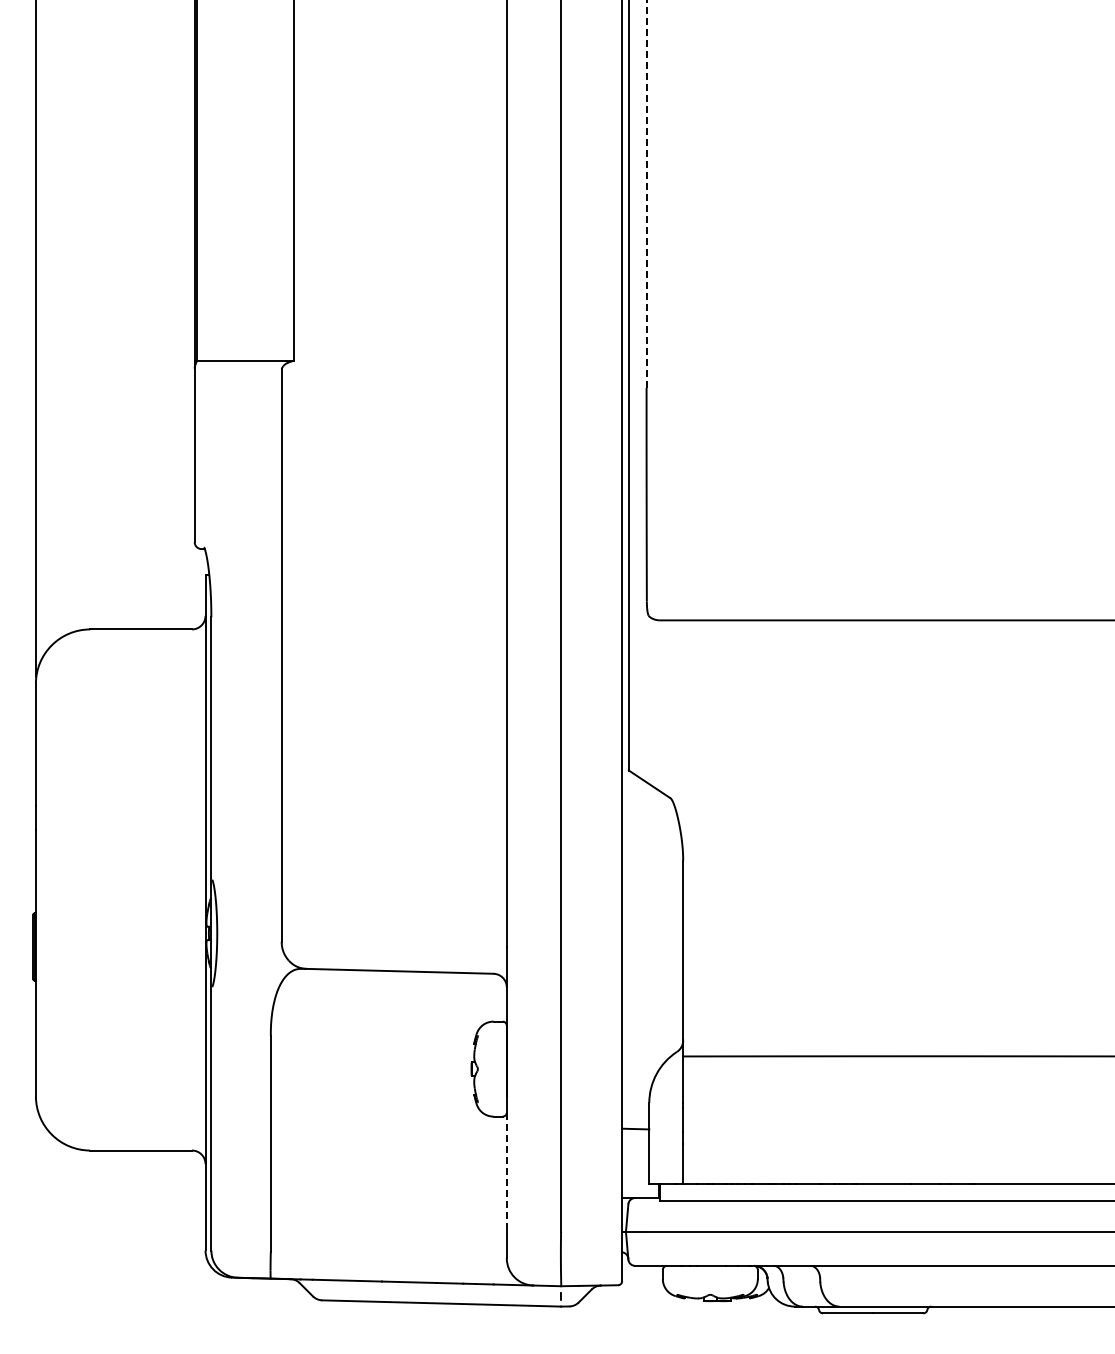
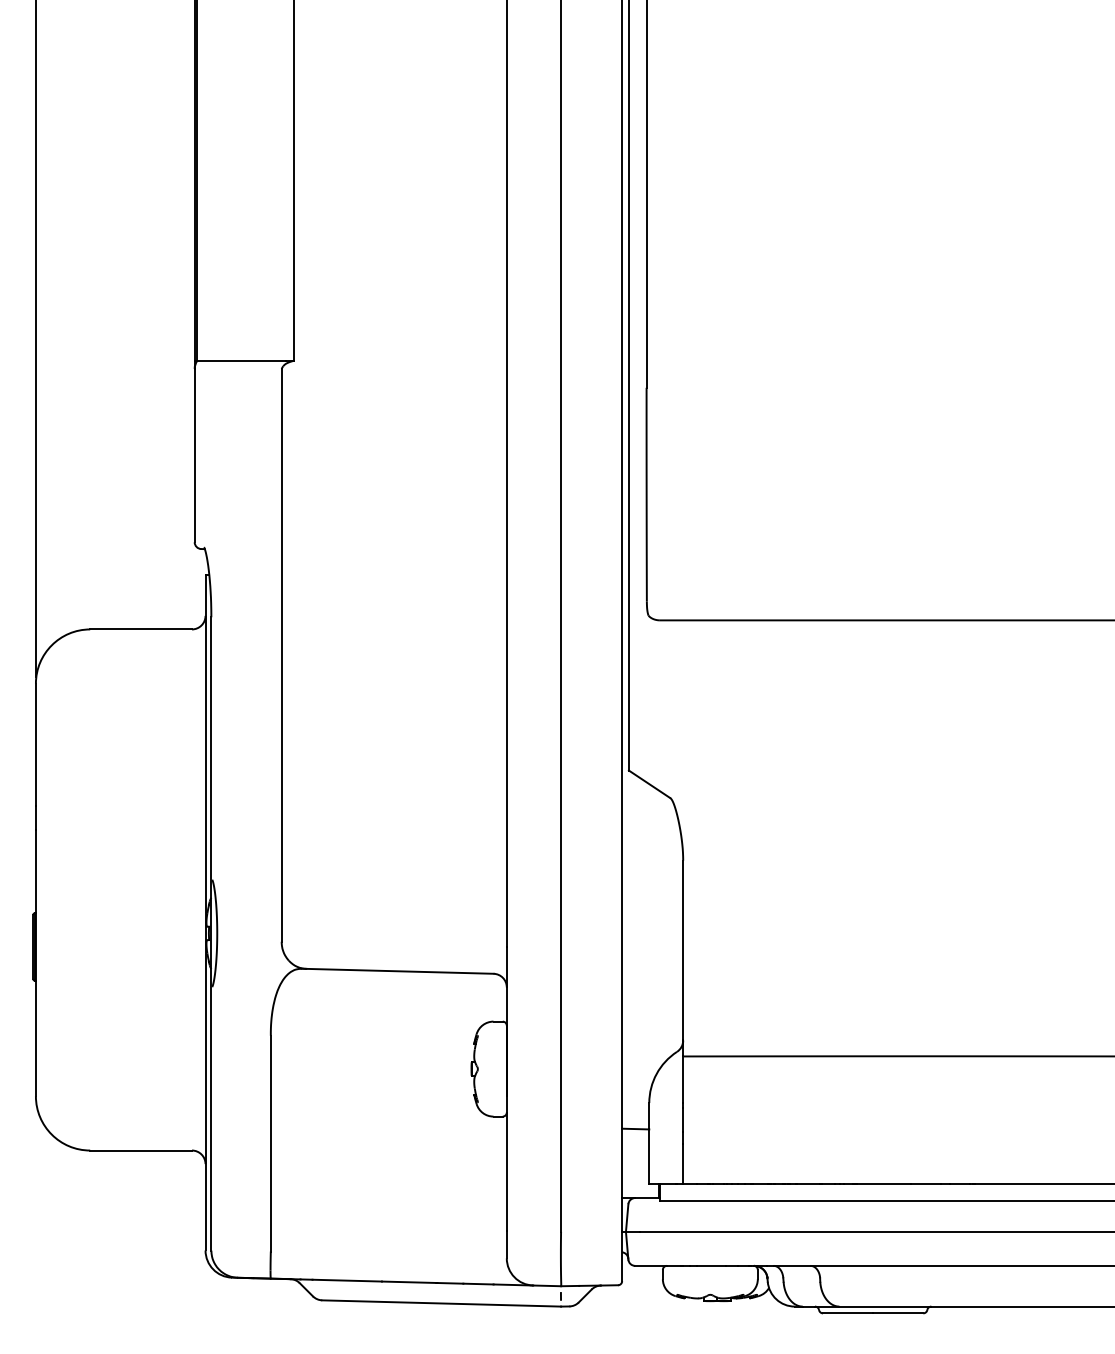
line at (646, 194): dashed -> solid
line at (506, 1172): dashed -> solid
